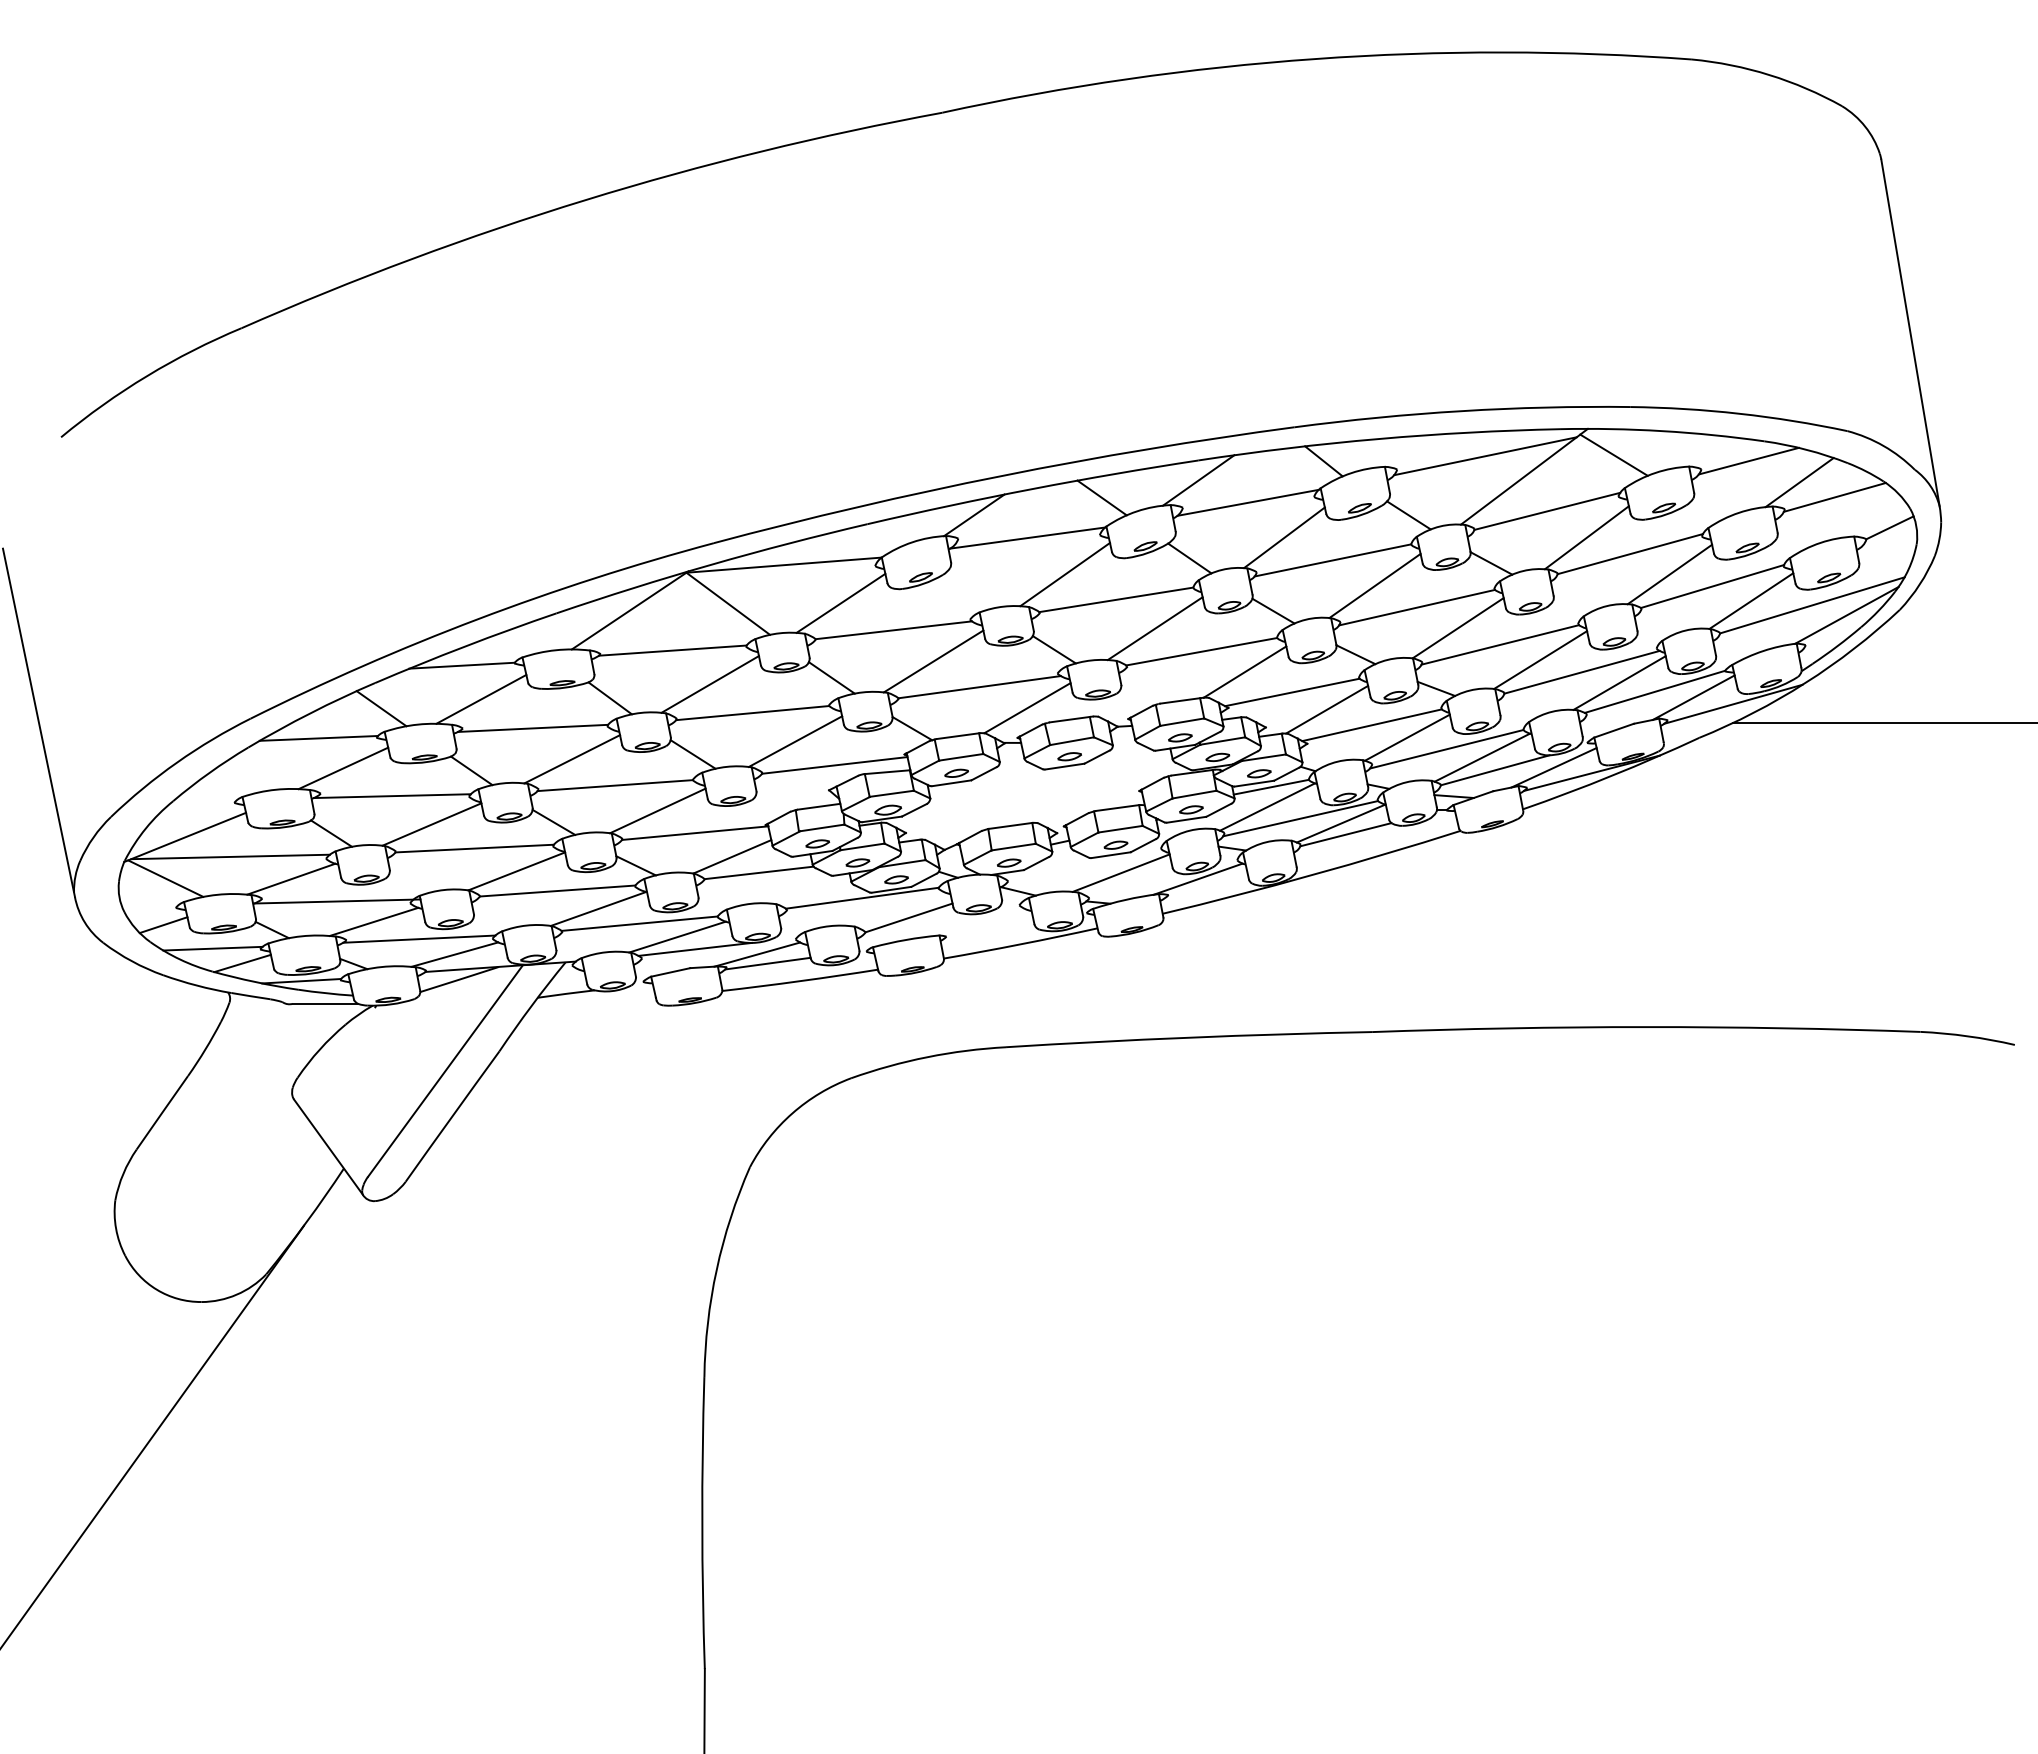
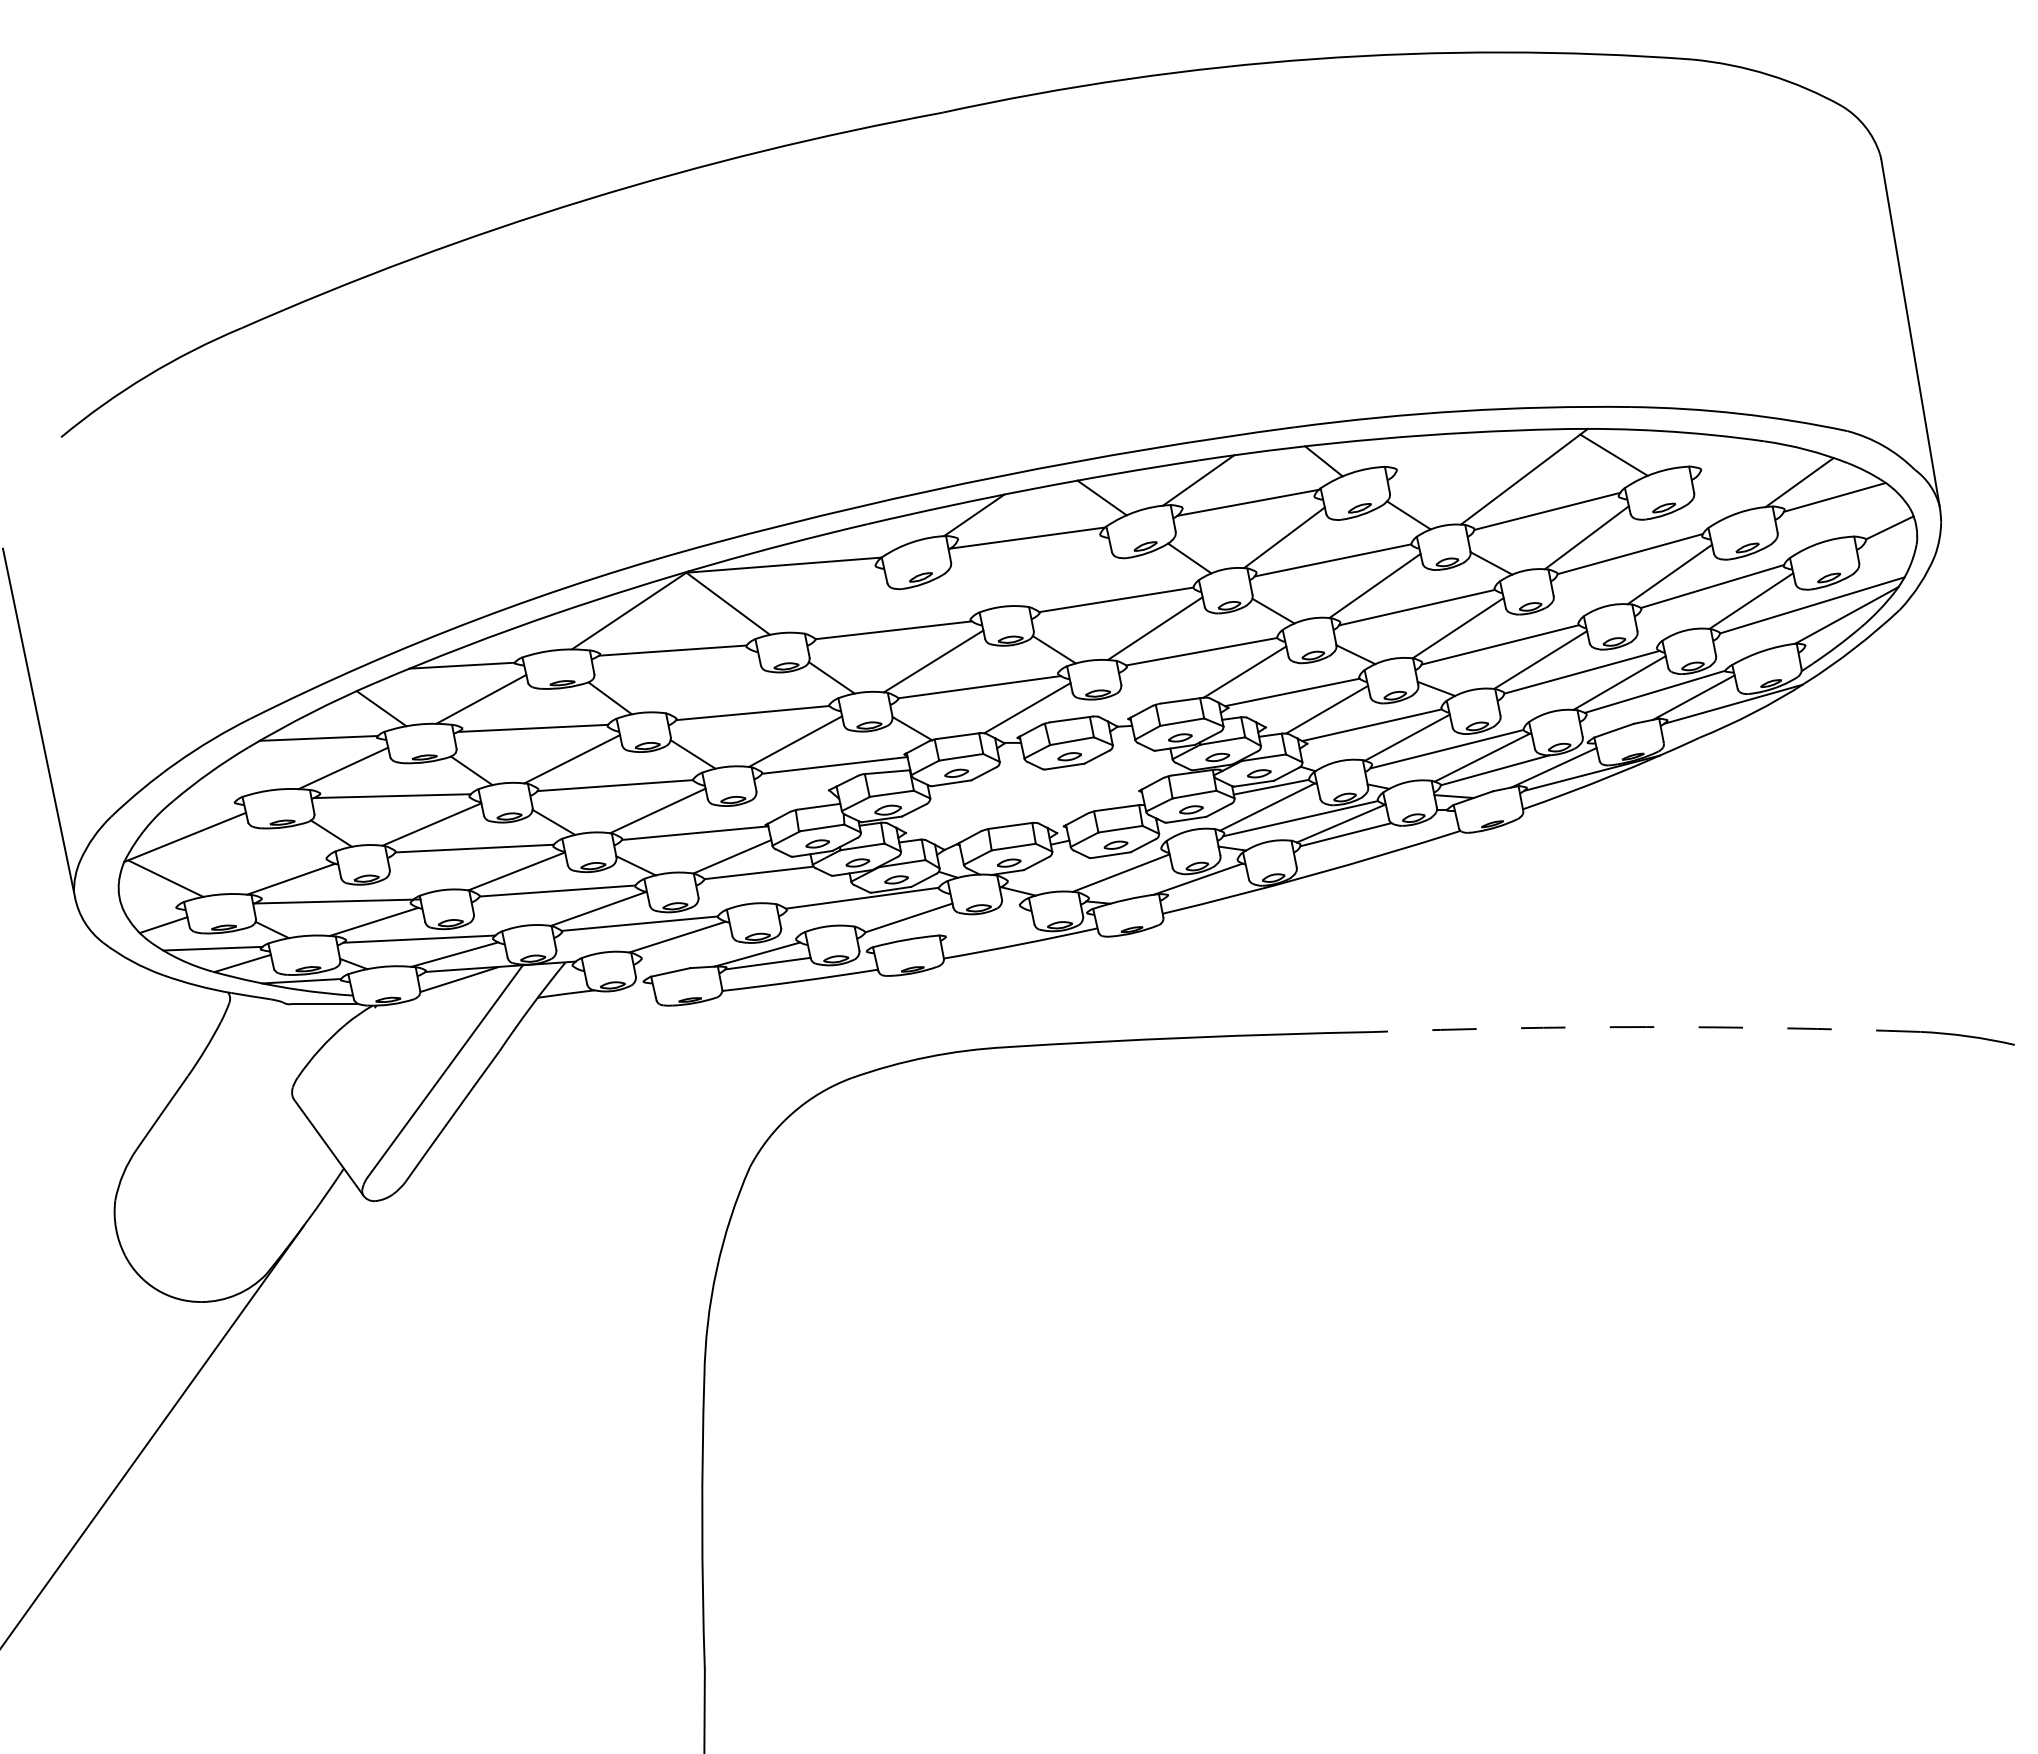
line at (1485, 456): present -> none
line at (1748, 460): present -> none
line at (1065, 574): present -> none
line at (840, 602): present -> none
line at (709, 684): present -> none
line at (1883, 722): present -> none
line at (230, 856): present -> none
line at (695, 948): present -> none
arc at (1646, 1027): solid -> dashed
